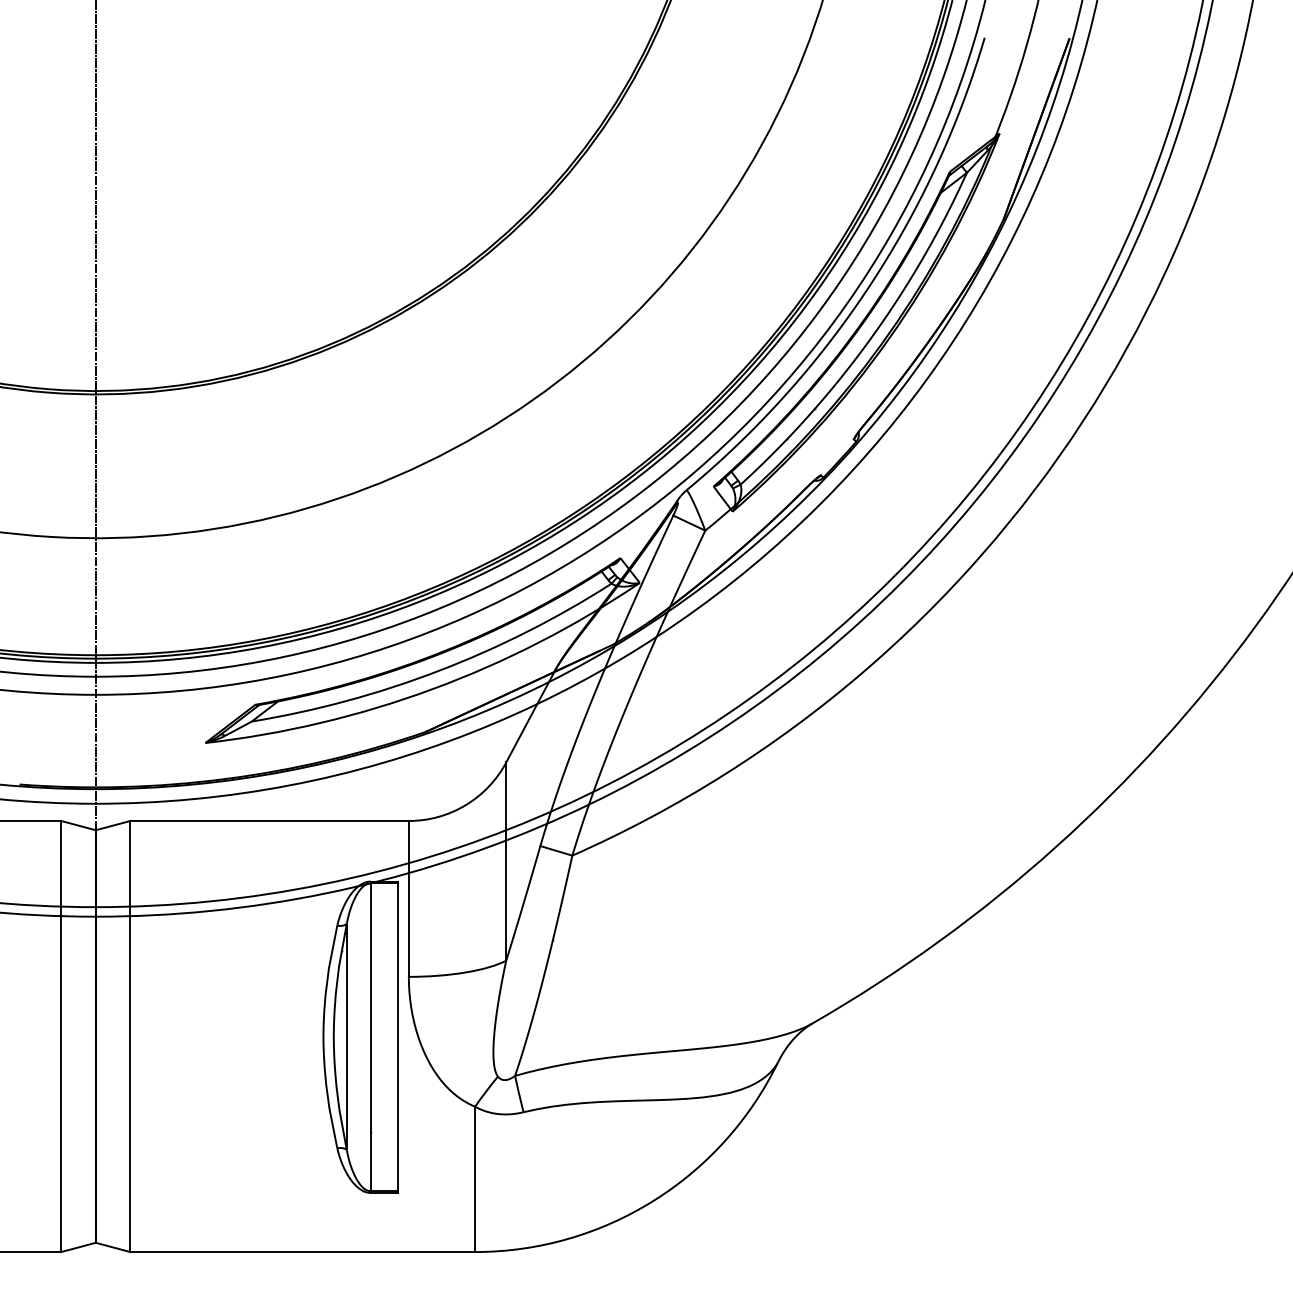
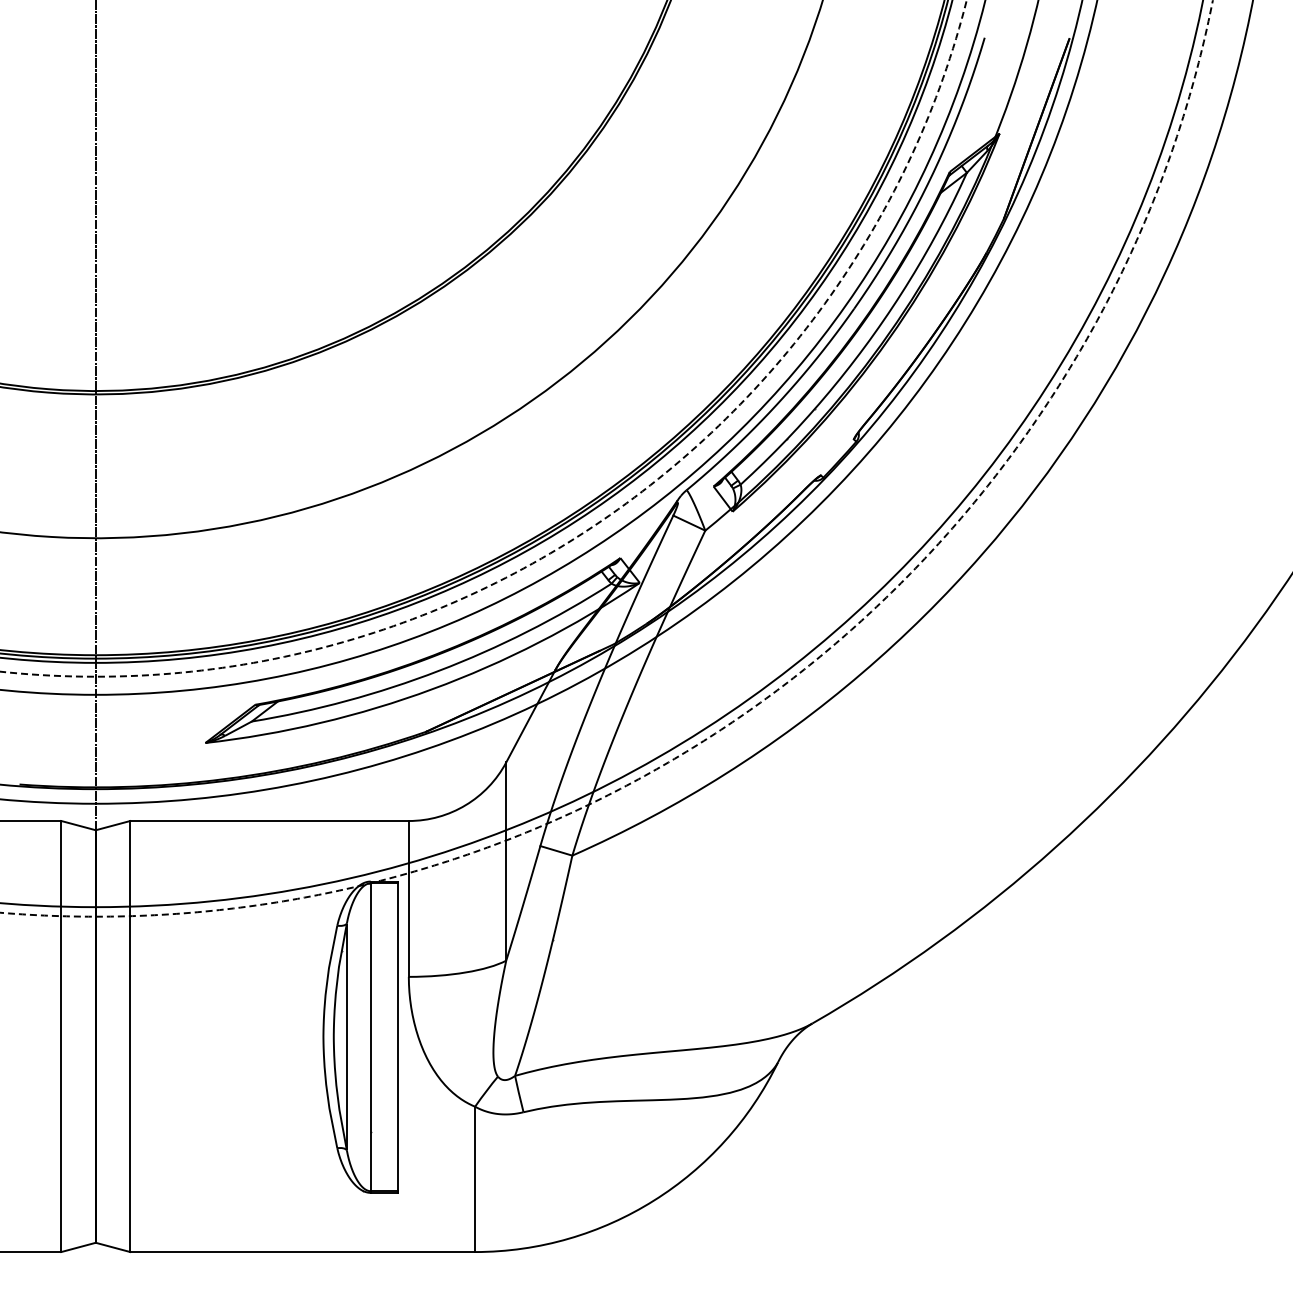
circle at (606, 458): solid -> dashed
arc at (608, 515): solid -> dashed
